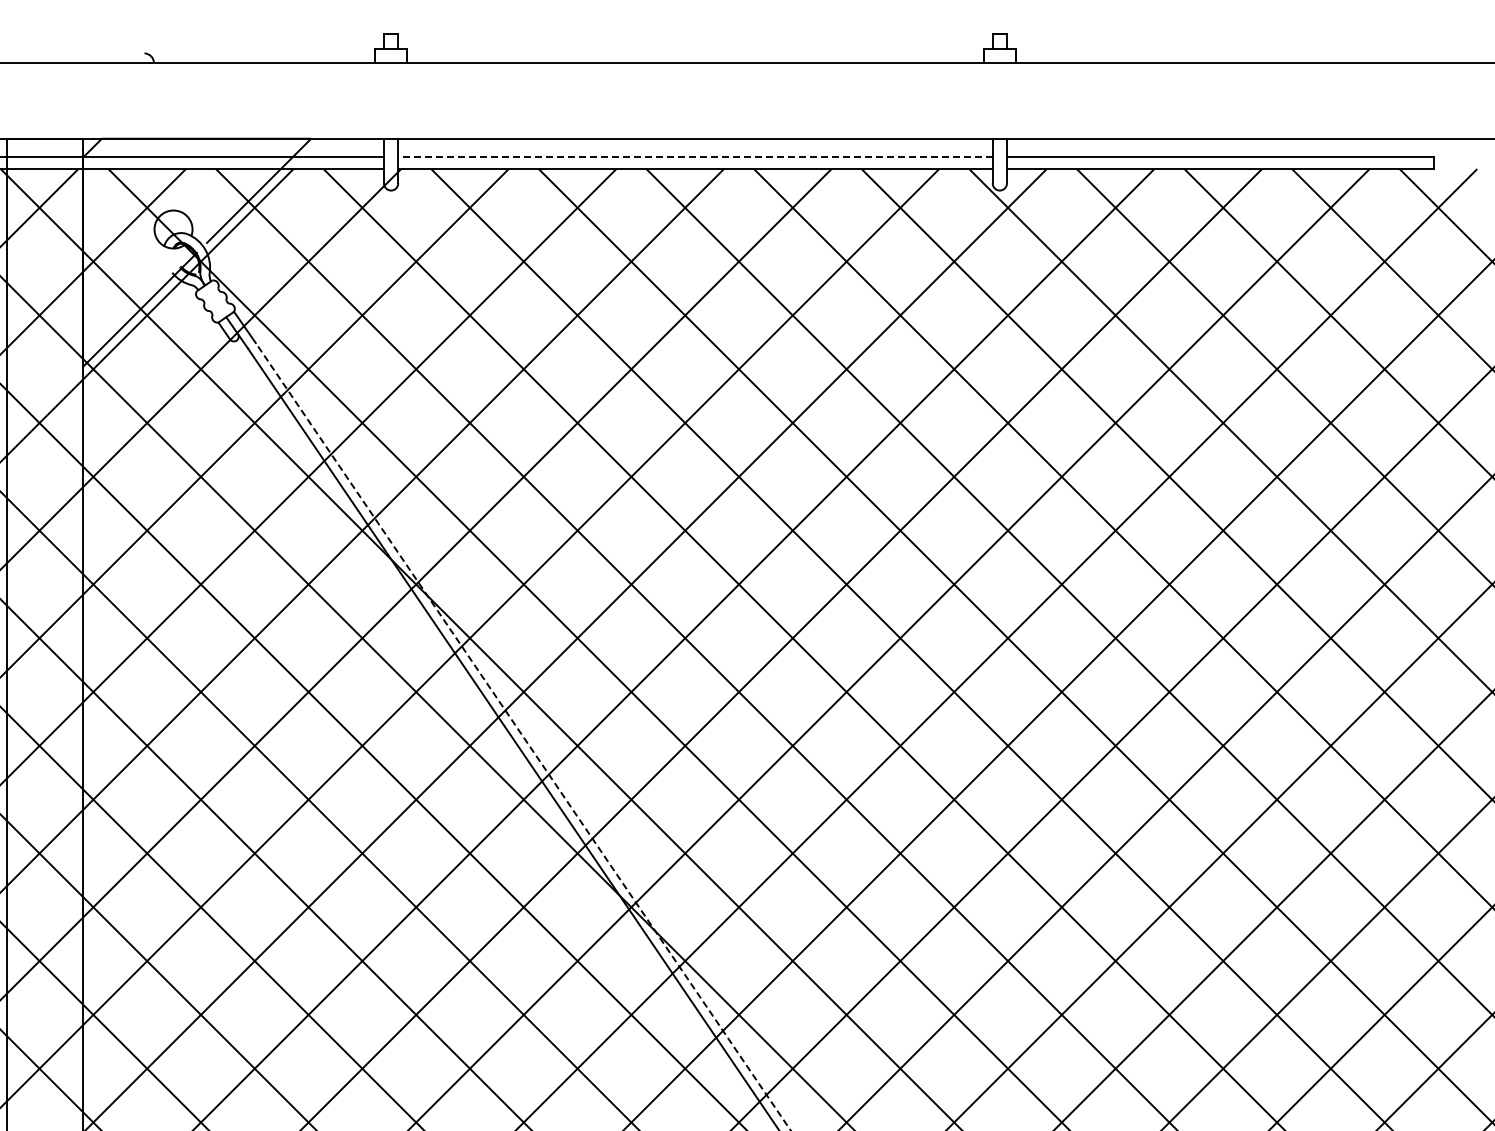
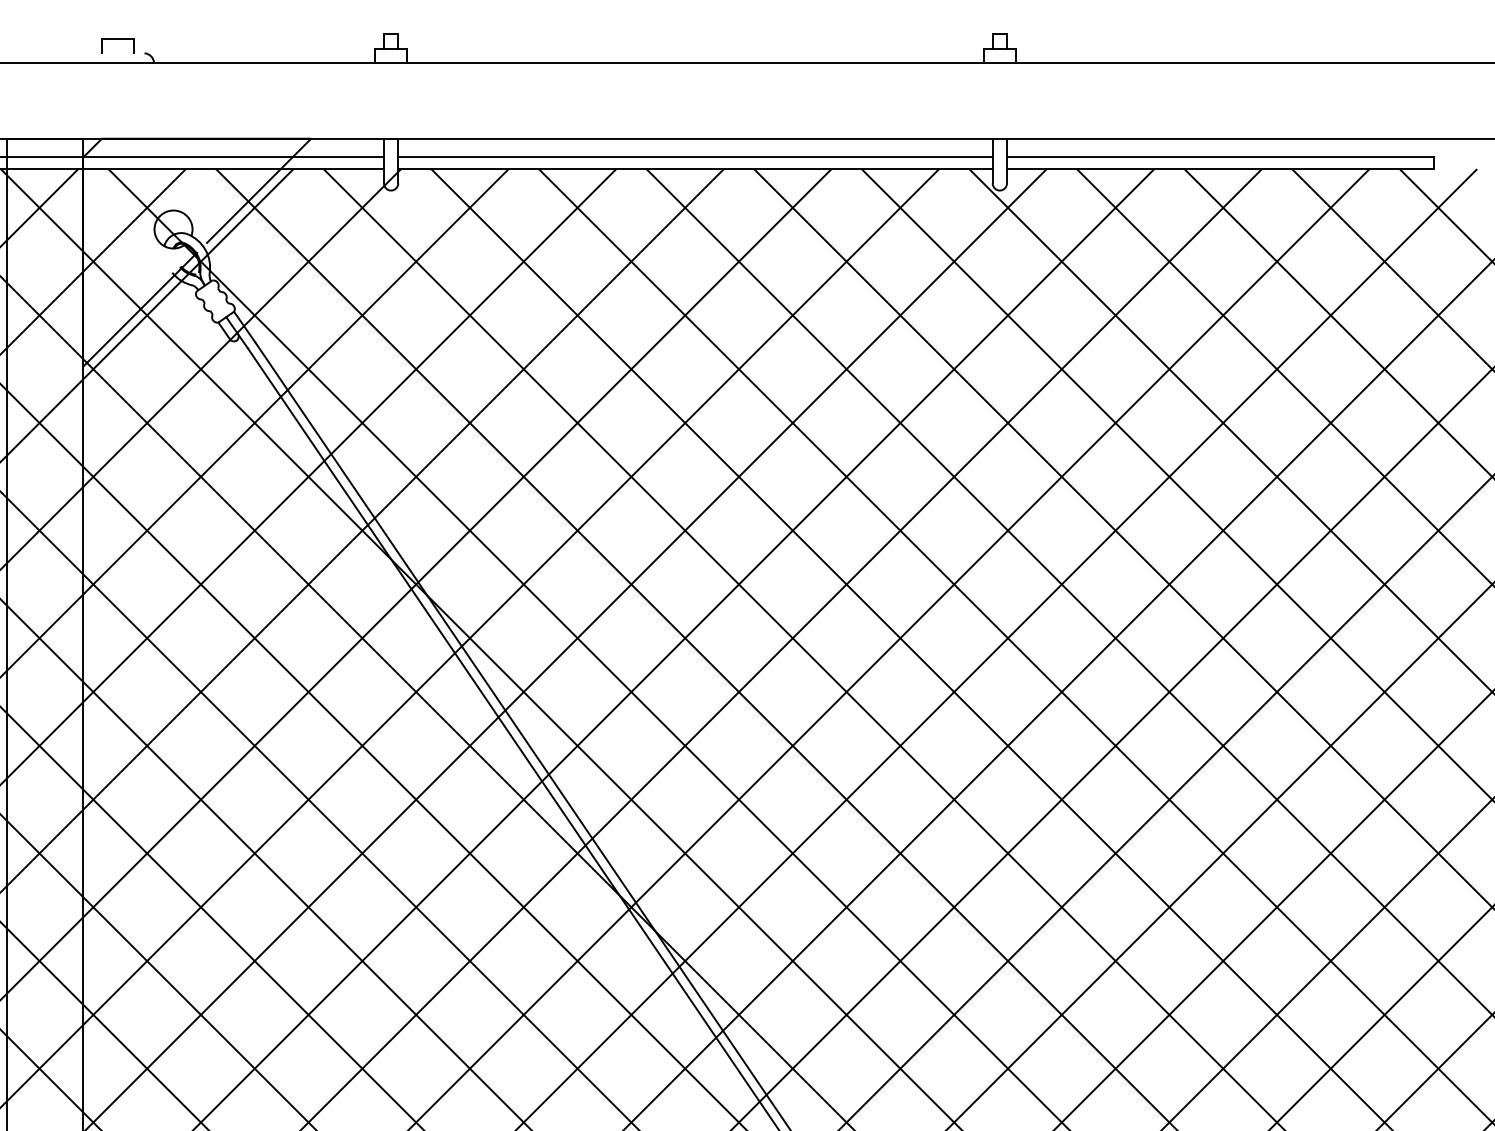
part at (117, 45): none -> present
line at (694, 157): dashed -> solid
line at (523, 736): dashed -> solid
